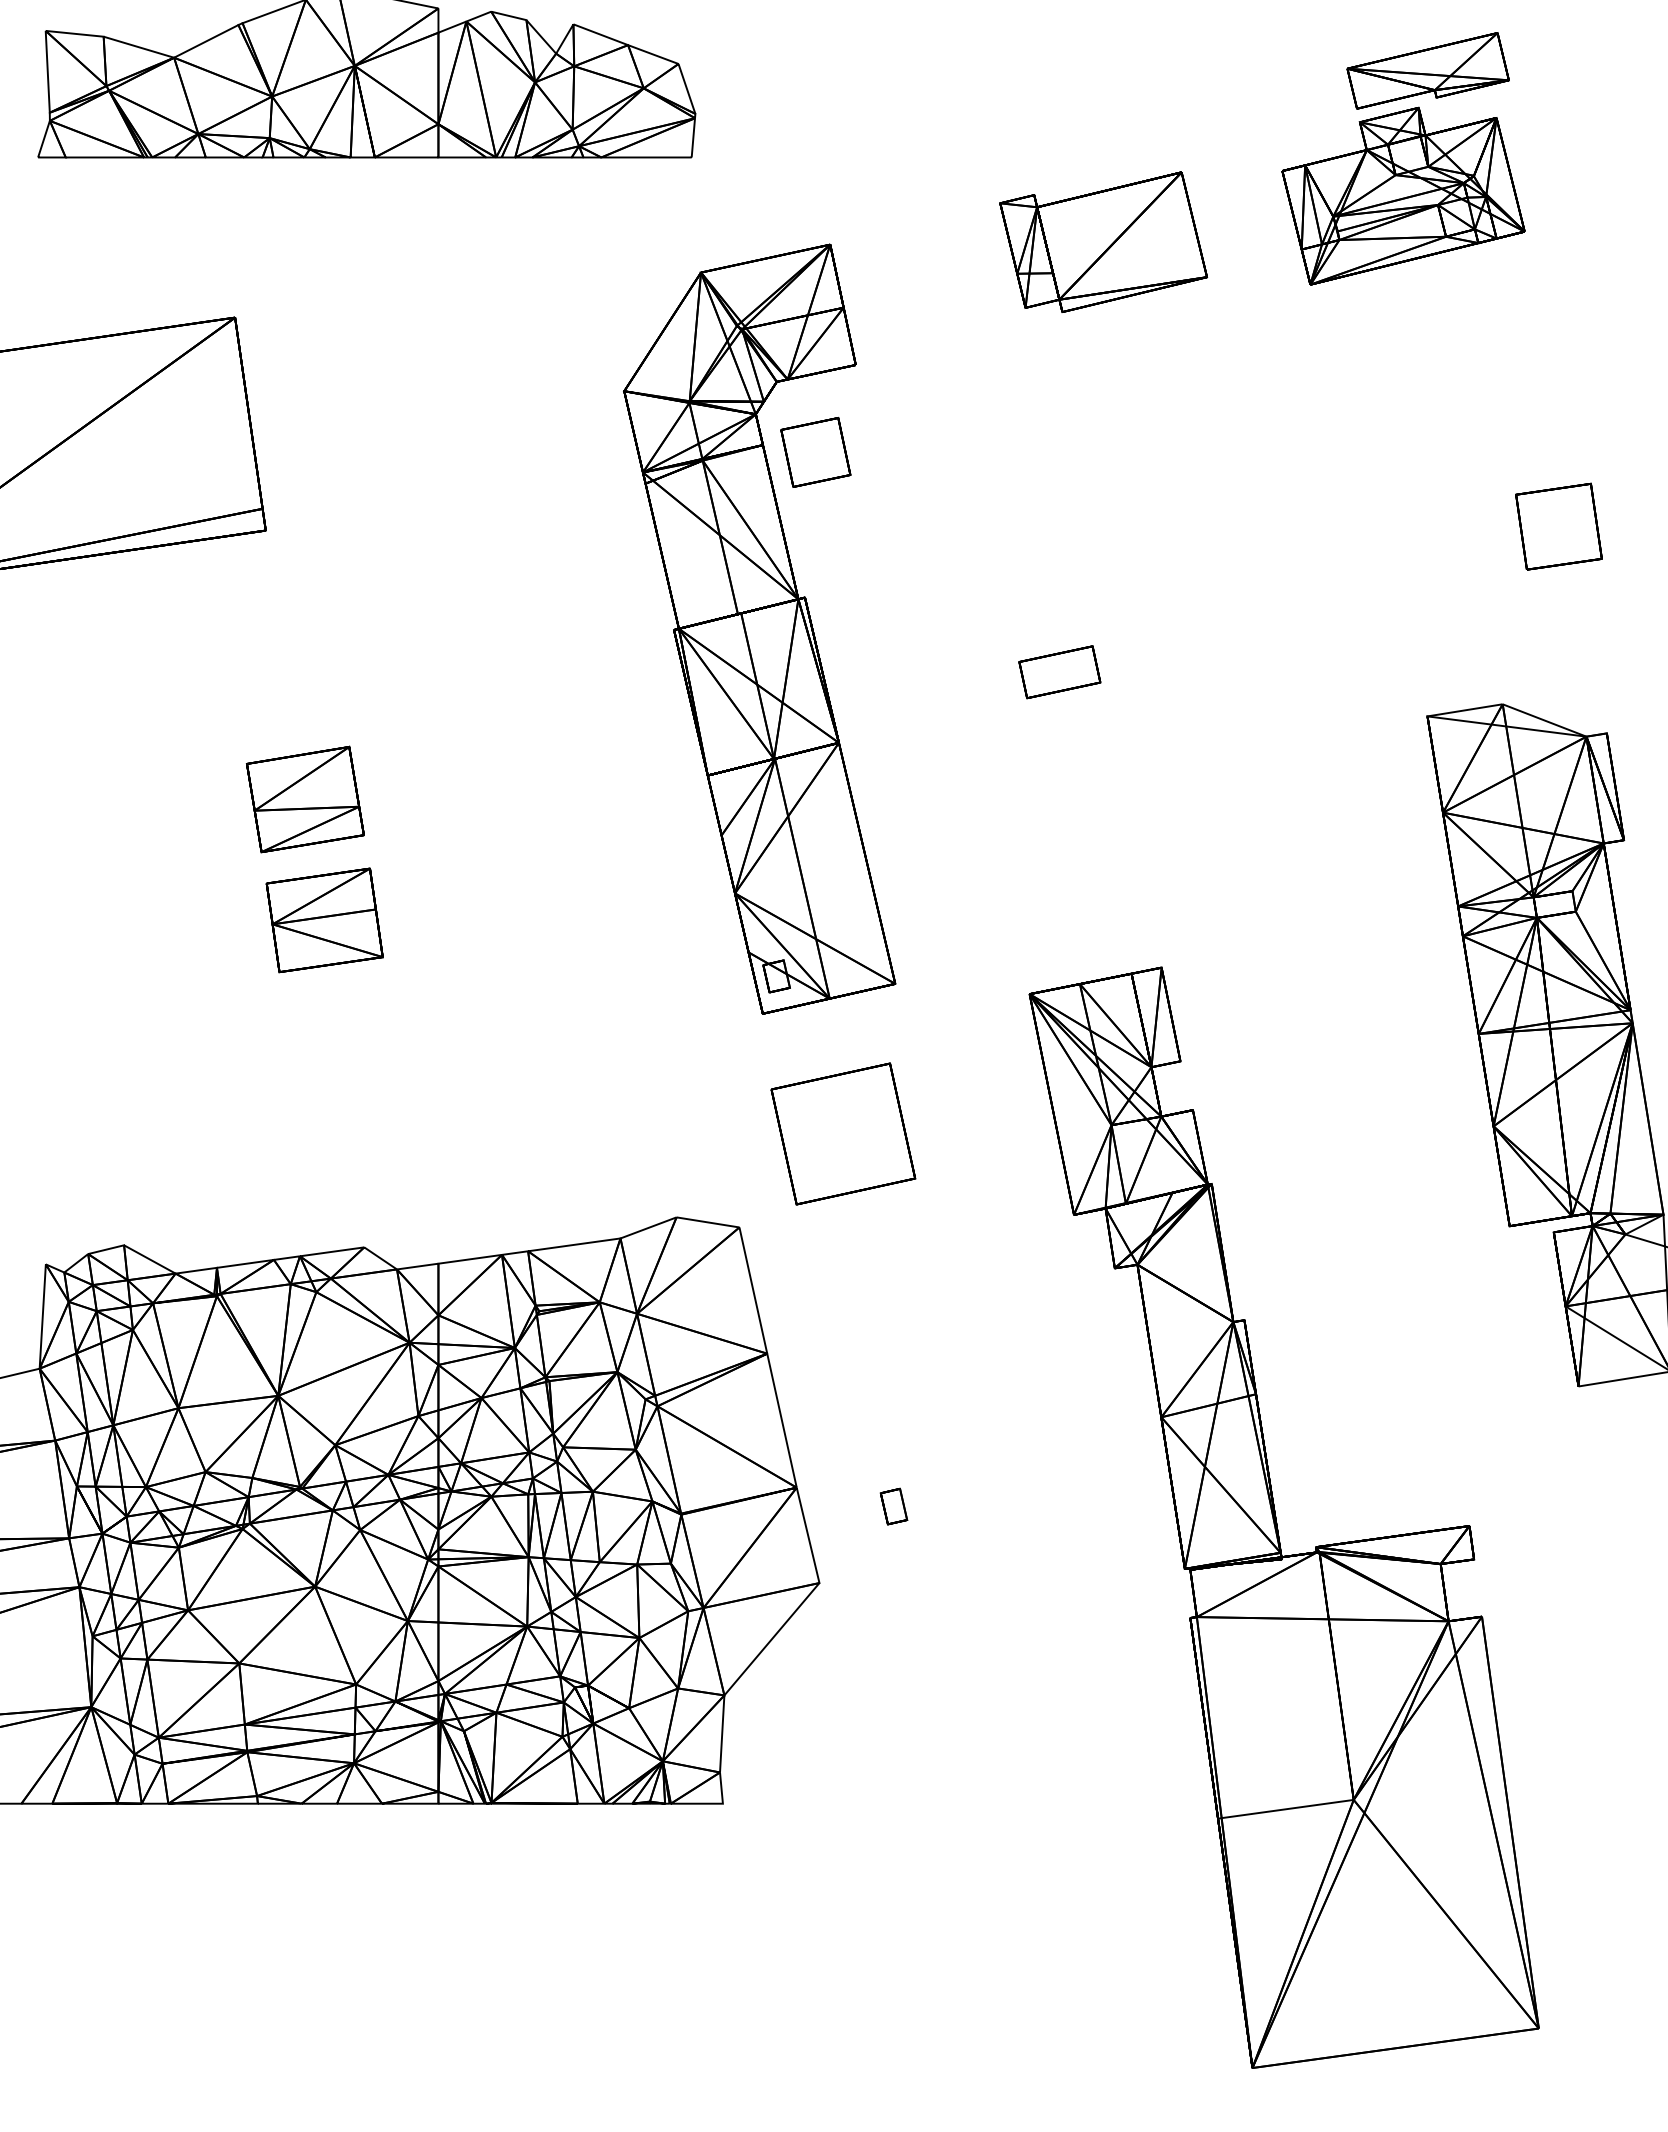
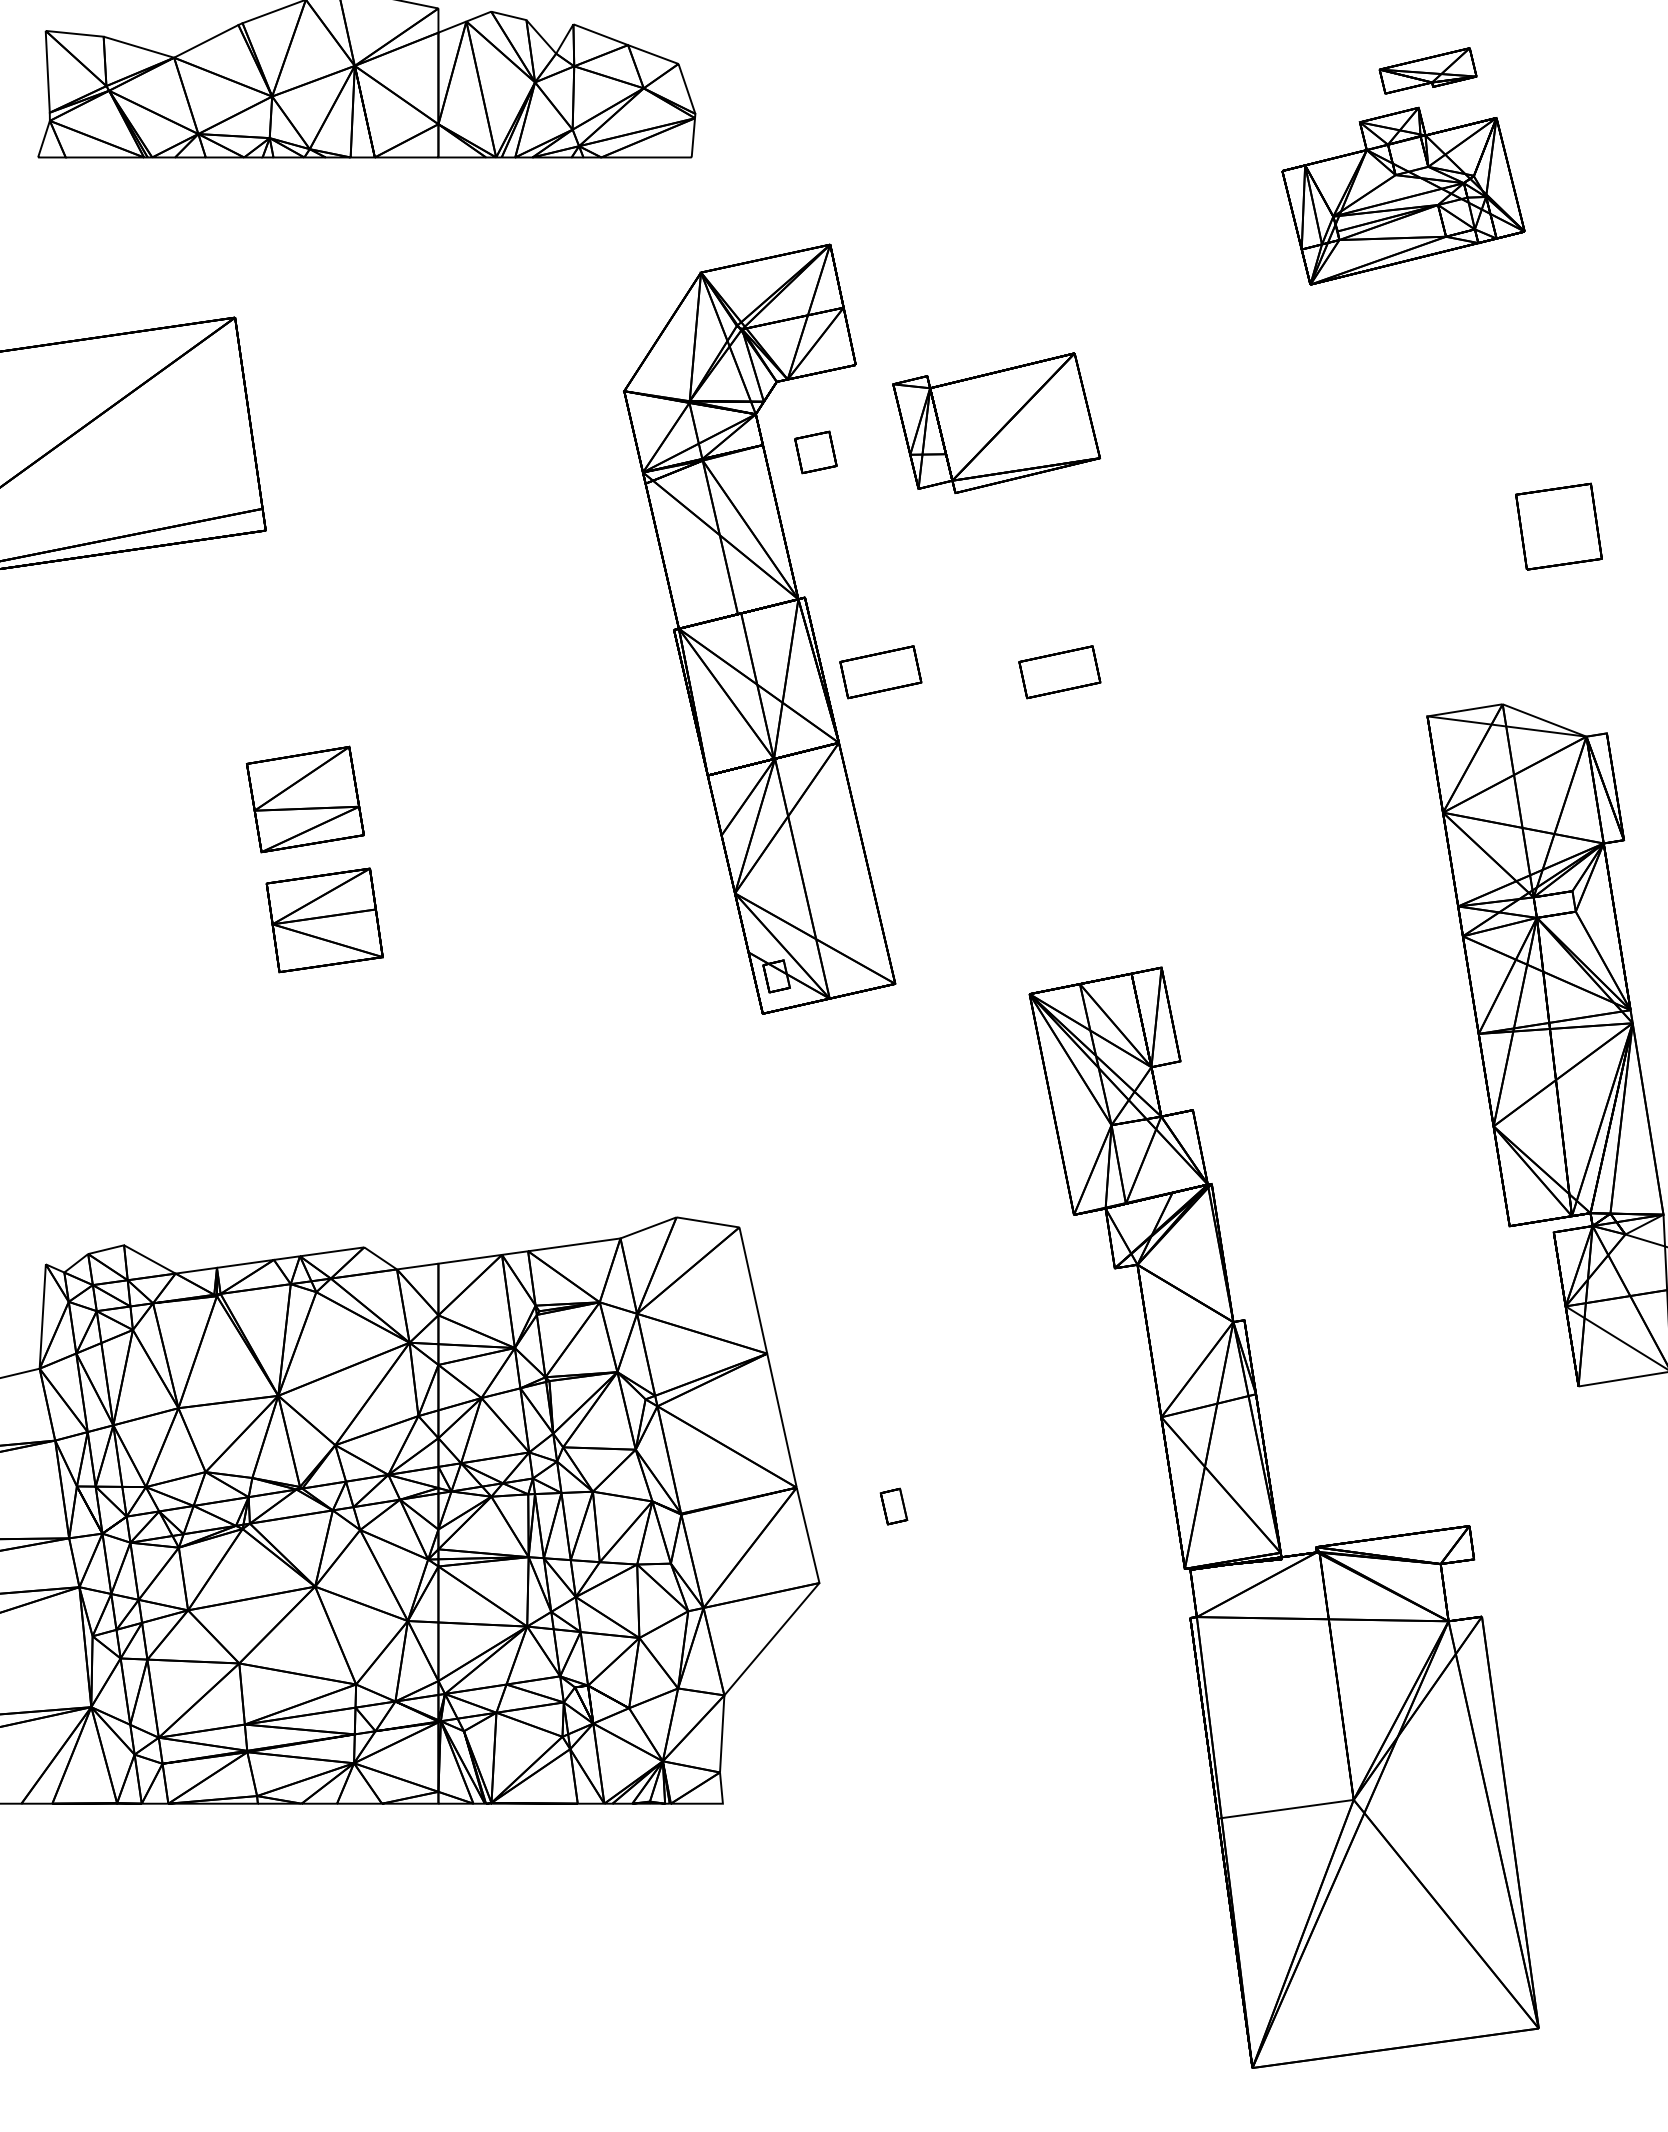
part at (1427, 70) size: 164x78 px -> 100x48 px
part at (1103, 241) position: (1103, 241) -> (996, 422)
part at (815, 452) size: 72x71 px -> 44x45 px
part at (880, 672): none -> present
part at (843, 1133): present -> none
